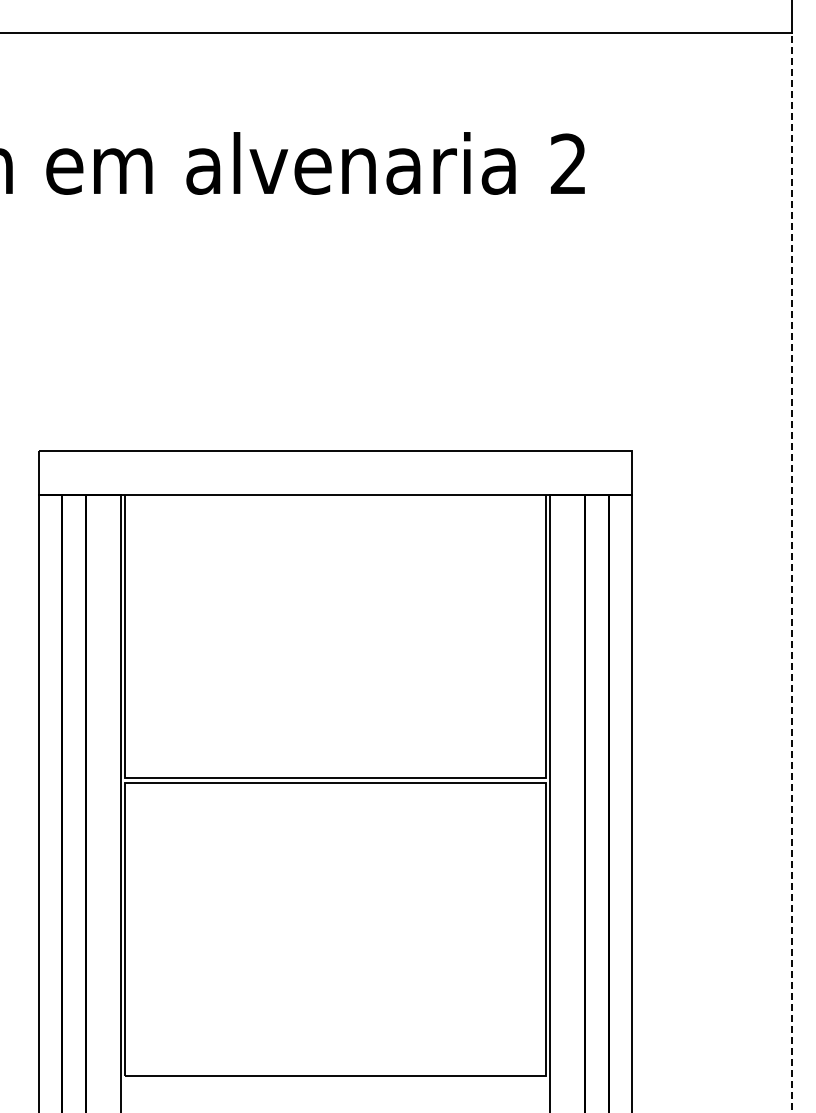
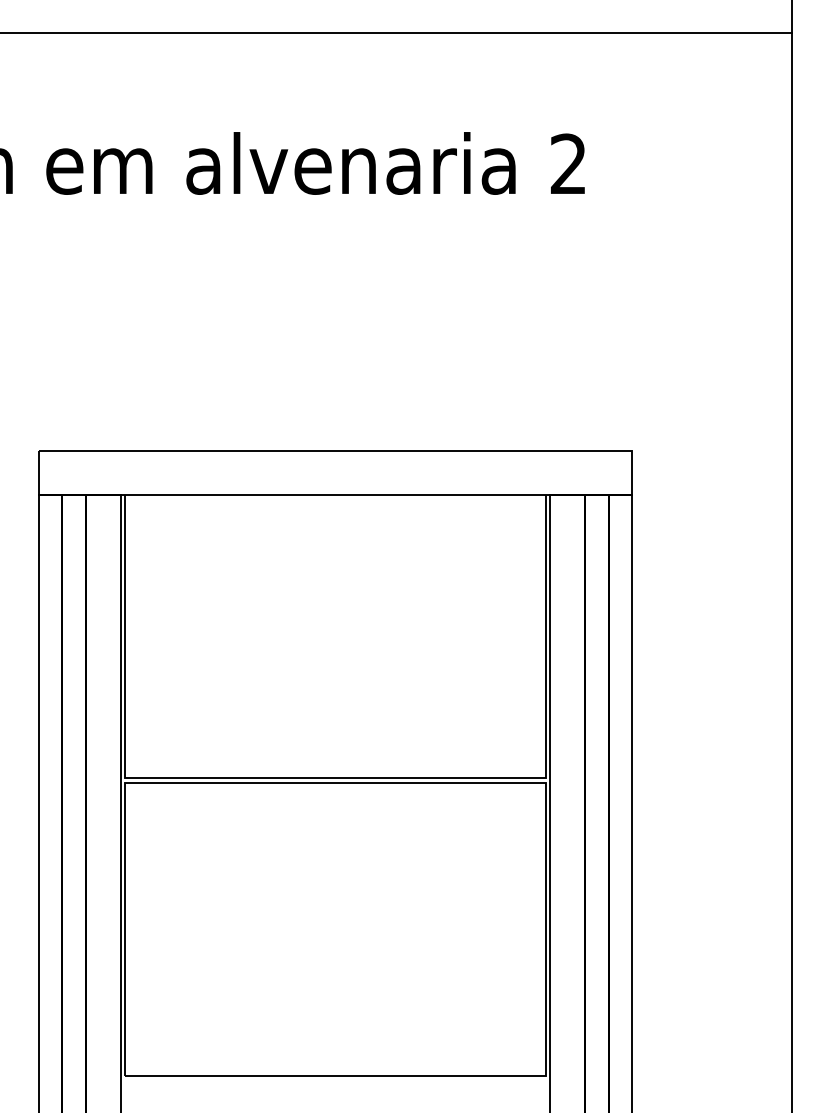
line at (791, 572): dashed -> solid
